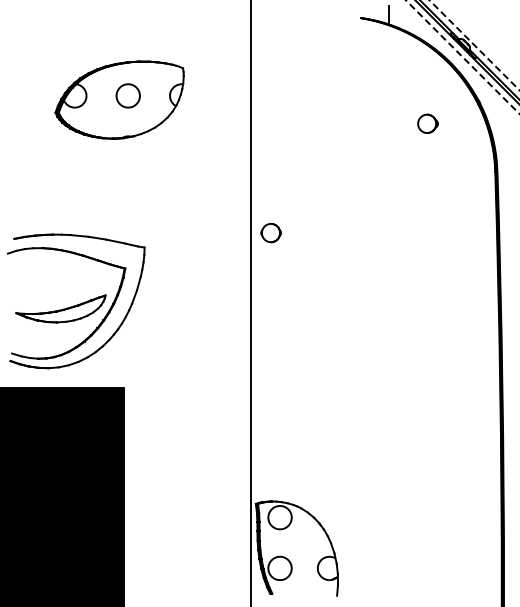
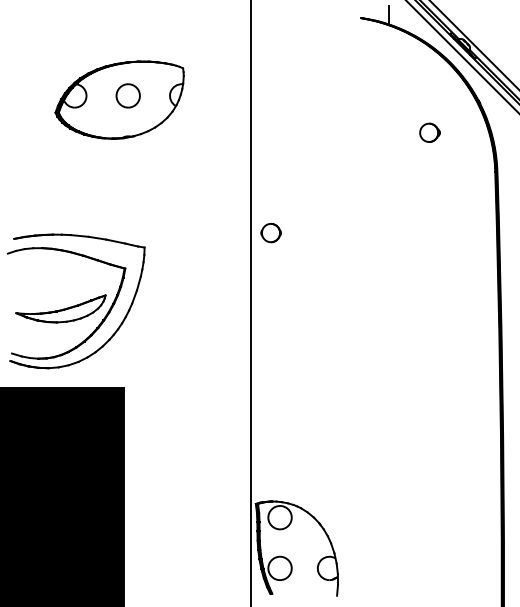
line at (474, 45): dashed -> solid
line at (462, 56): dashed -> solid
part at (427, 123) position: (427, 123) -> (429, 132)
